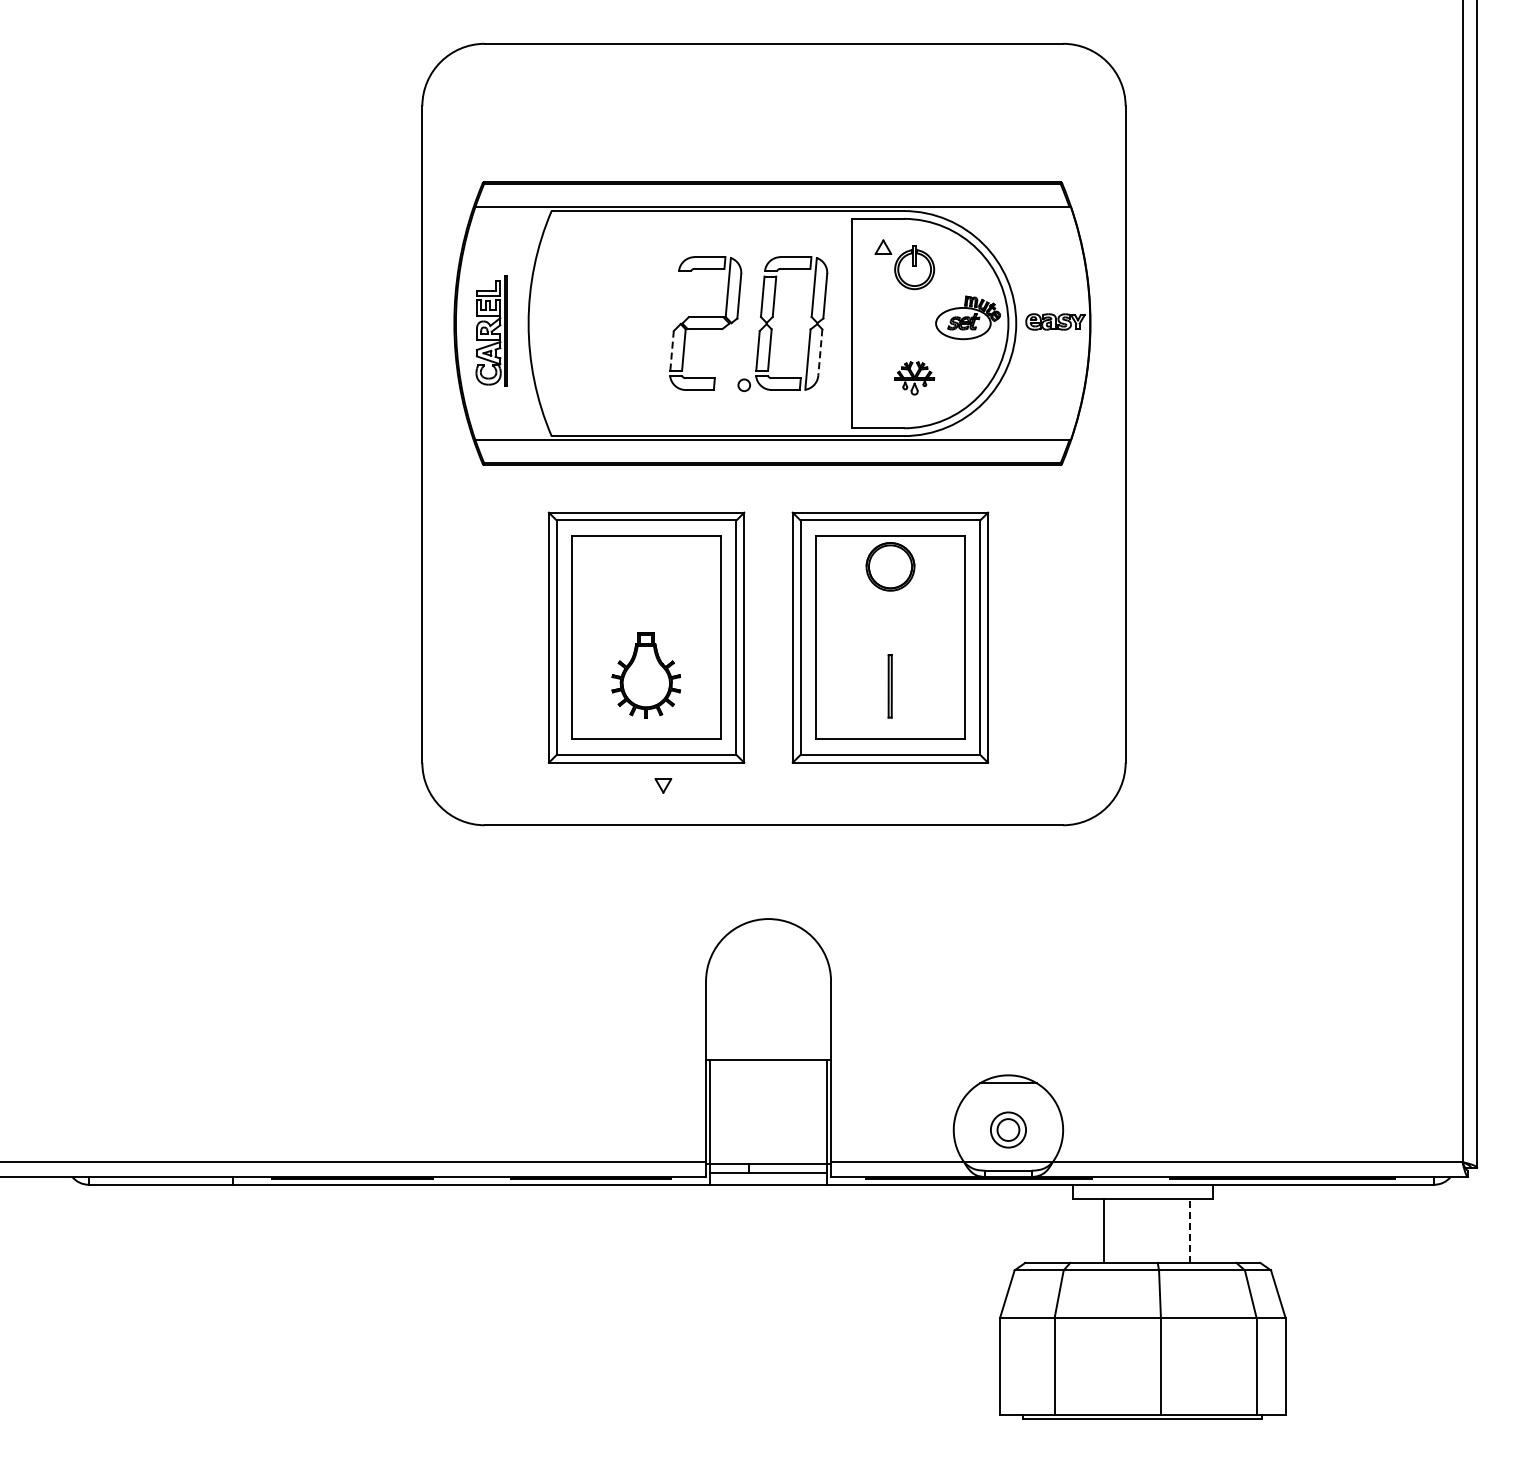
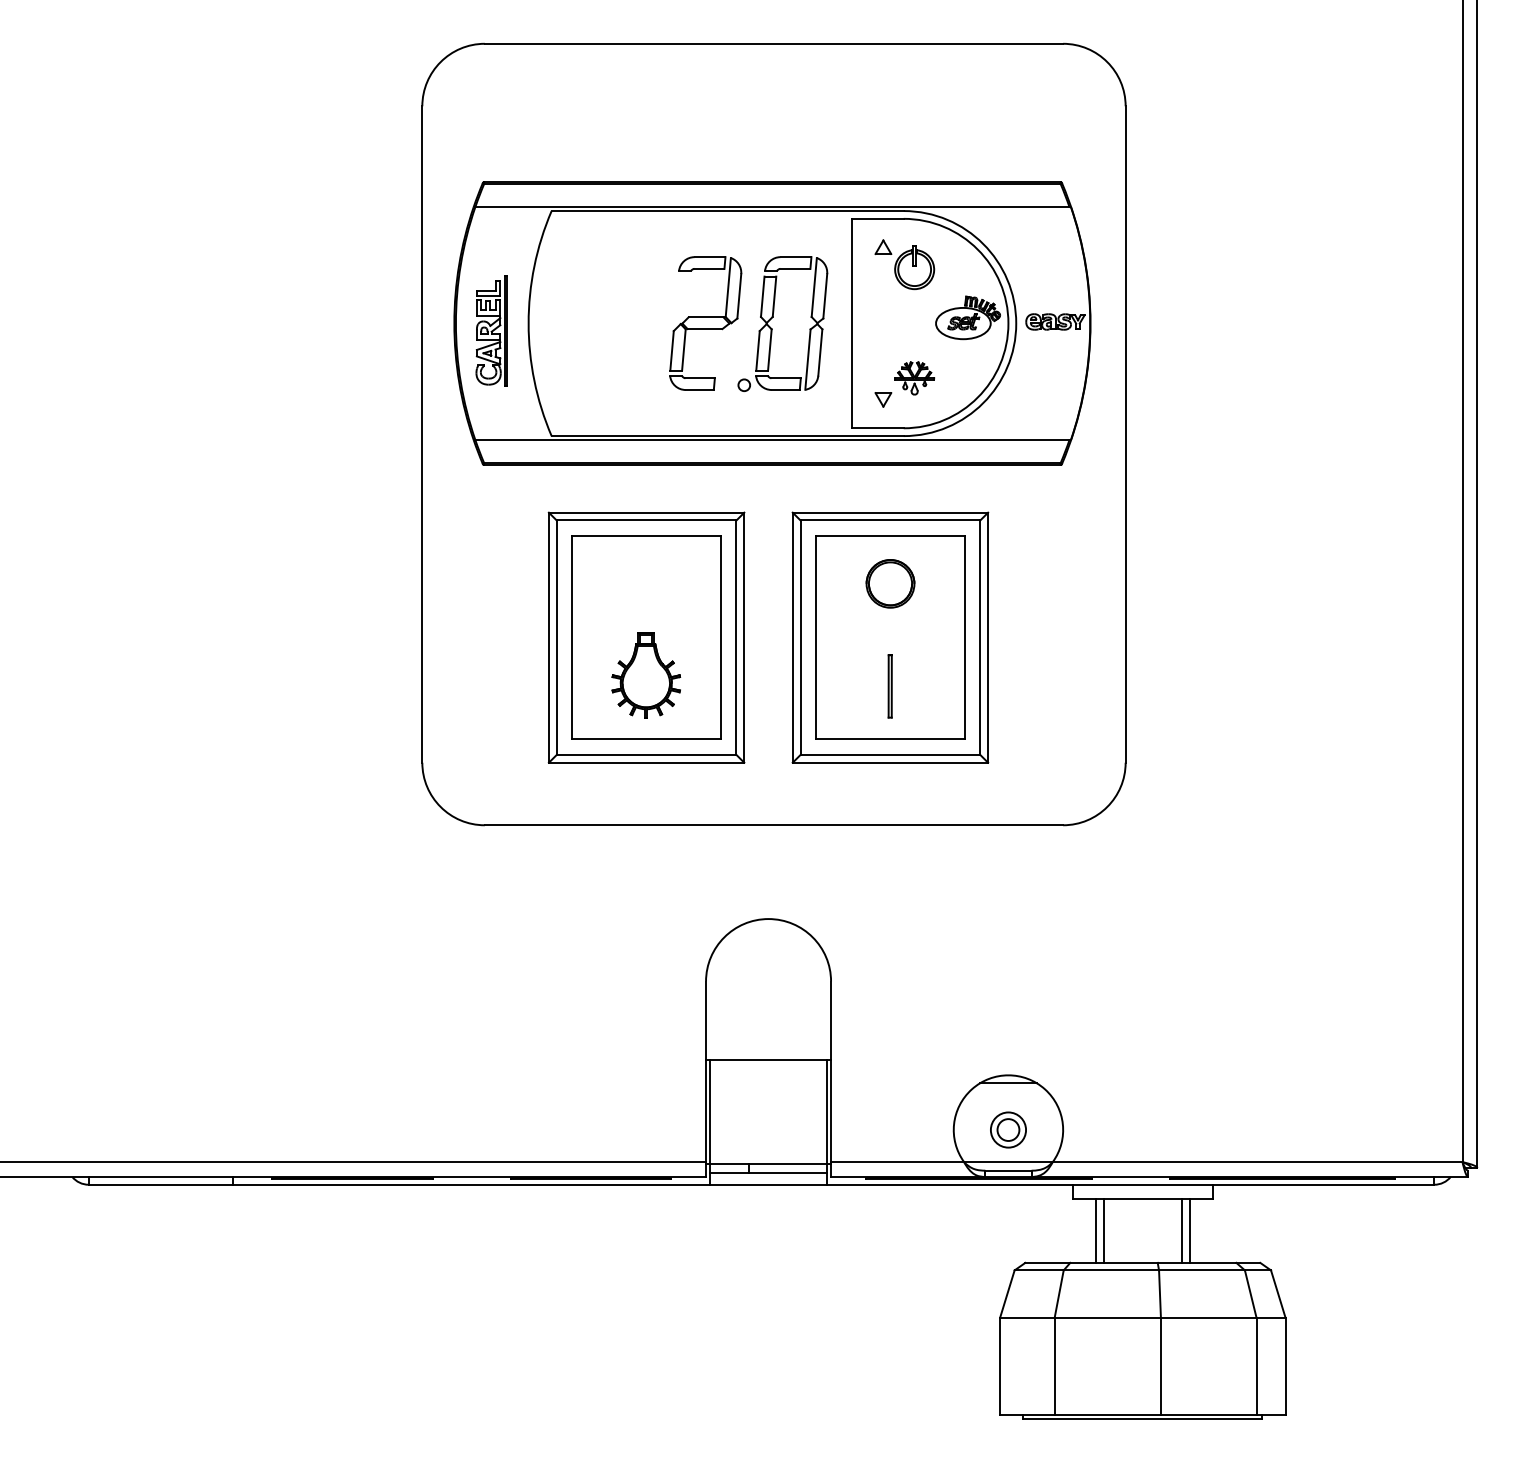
line at (672, 350): dashed -> solid
line at (820, 353): dashed -> solid
part at (890, 566) position: (890, 566) -> (890, 583)
part at (663, 785) position: (663, 785) -> (883, 399)
line at (1095, 1230): none -> present
line at (1181, 1230): none -> present
line at (1189, 1230): dashed -> solid
